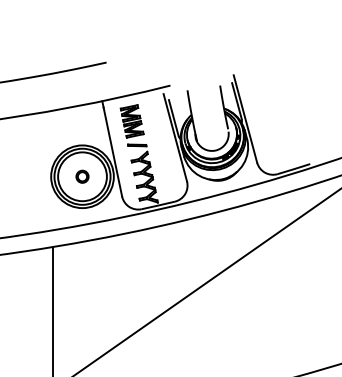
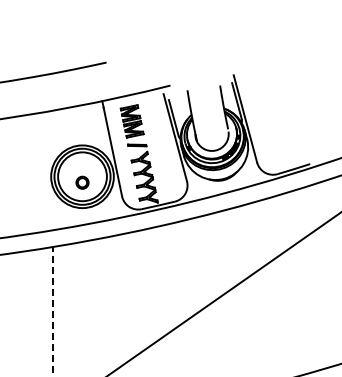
part at (82, 176) position: (82, 176) -> (82, 182)
line at (207, 281) position: (207, 281) -> (224, 293)
line at (53, 311): solid -> dashed
